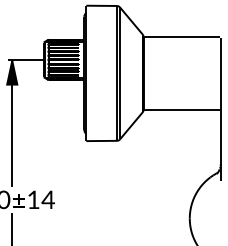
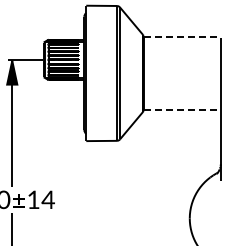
line at (182, 36): solid -> dashed
line at (182, 109): solid -> dashed
